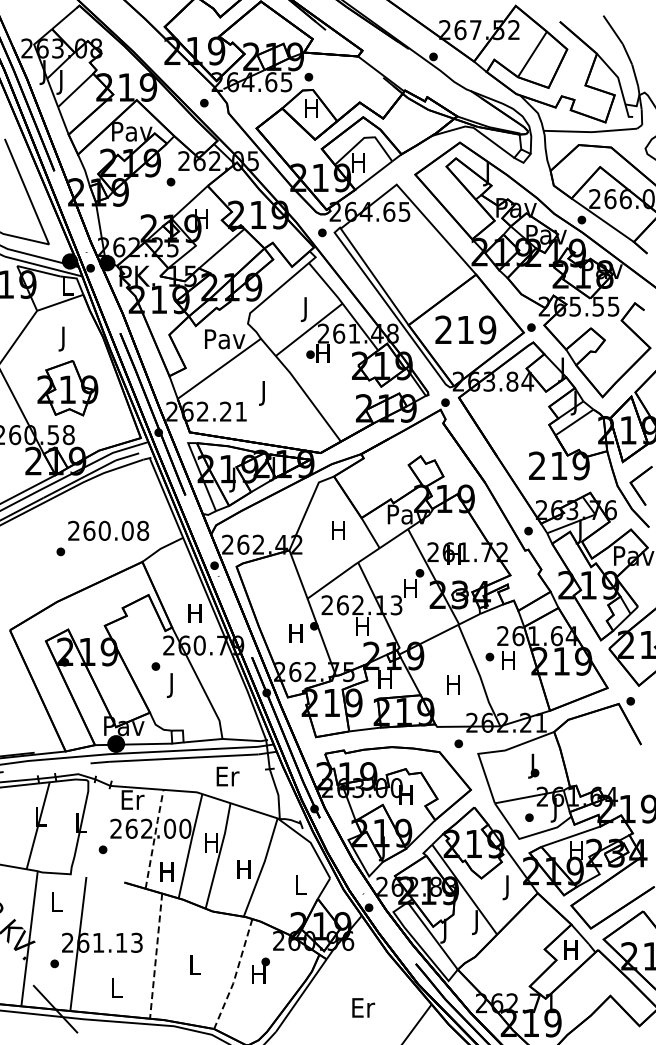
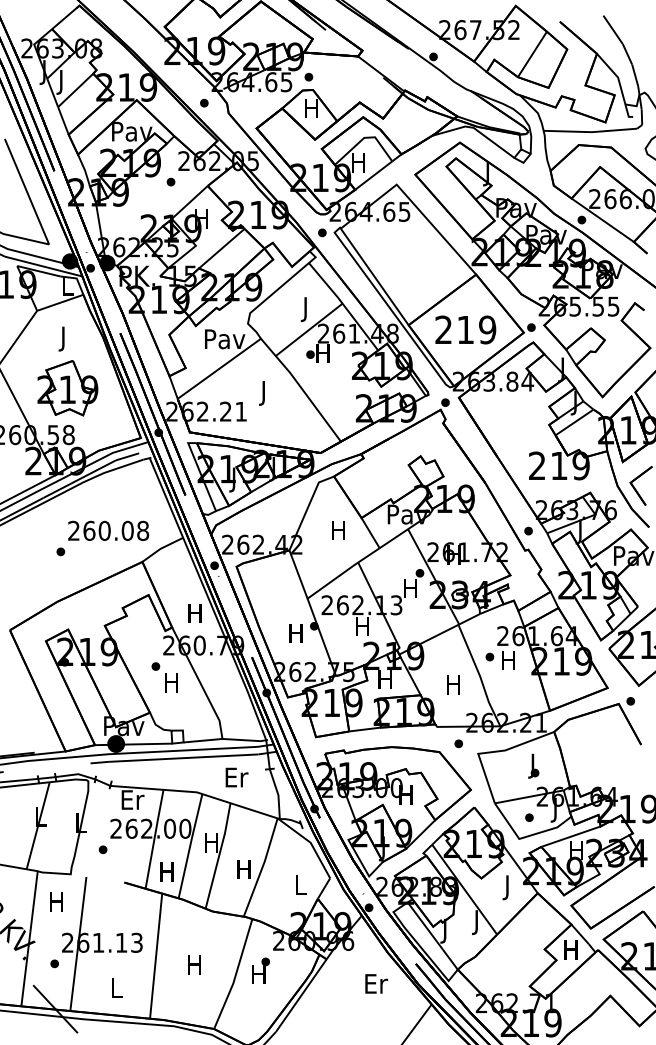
text at (171, 685): J -> H
text at (227, 776) position: (227, 776) -> (236, 777)
line at (154, 838): dashed -> solid
text at (56, 901): L -> H
line at (156, 956): dashed -> solid
text at (194, 964): L -> H
line at (235, 975): dashed -> solid
text at (363, 1007) position: (363, 1007) -> (376, 983)
